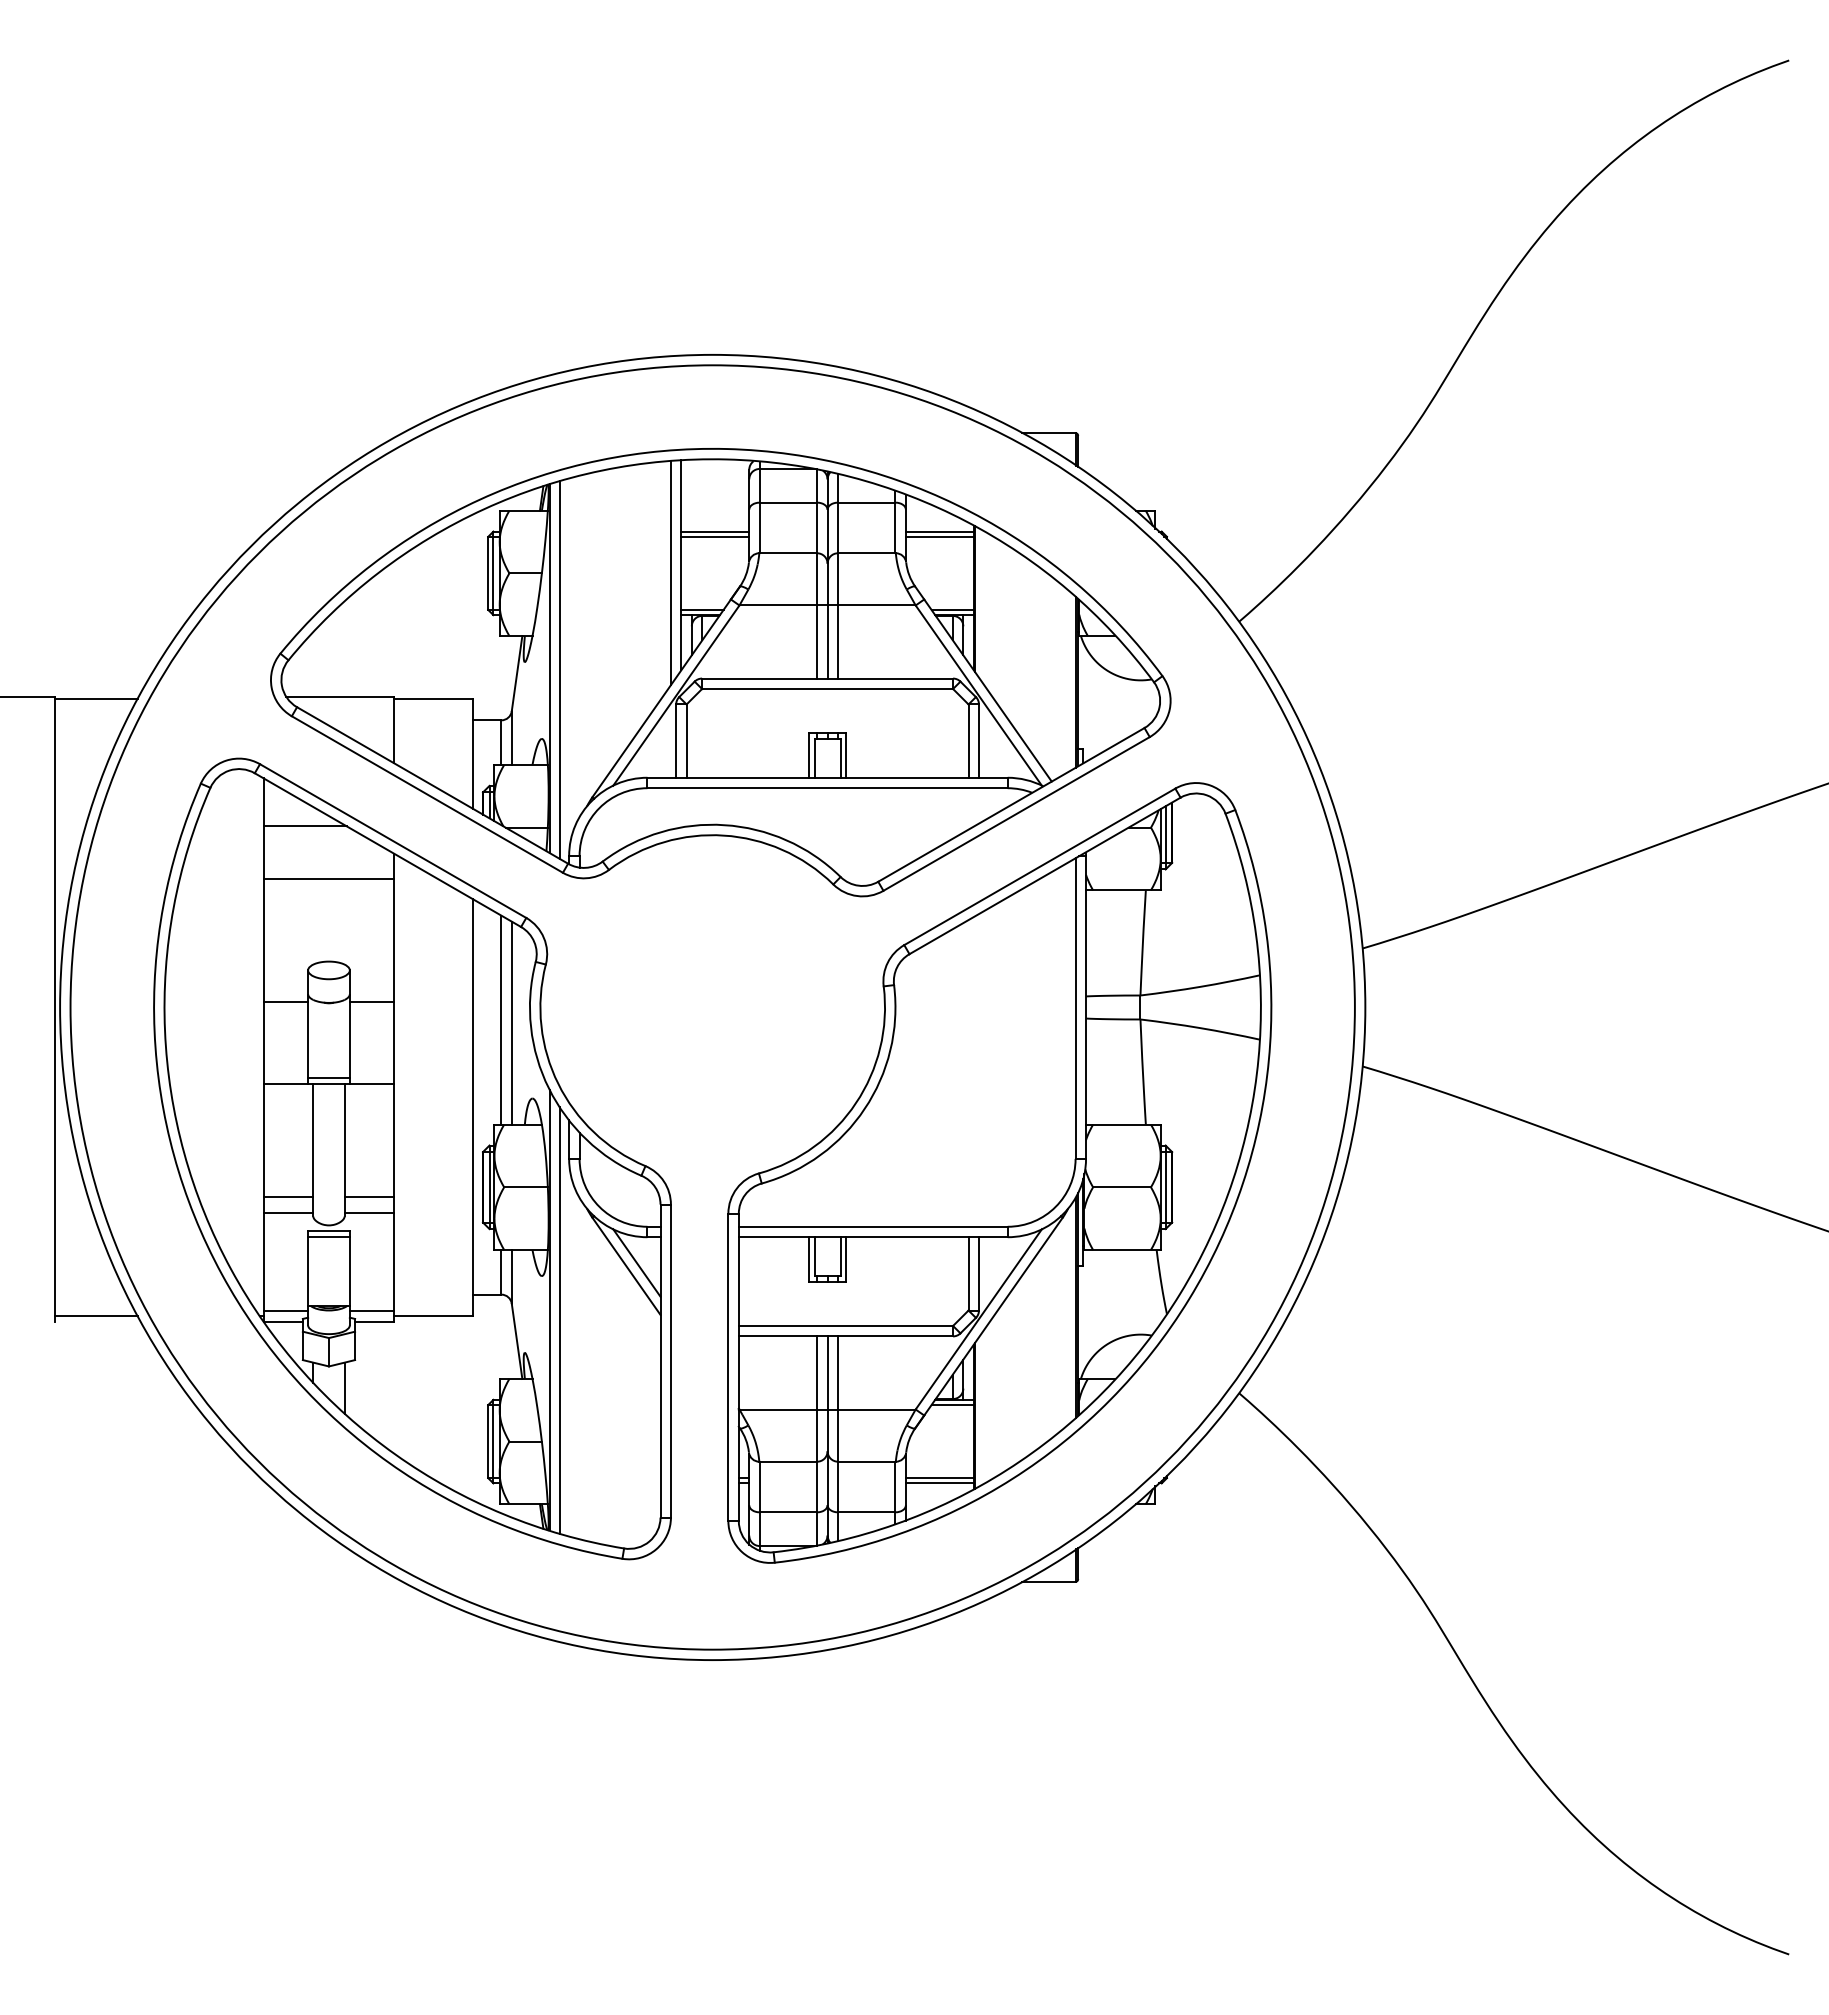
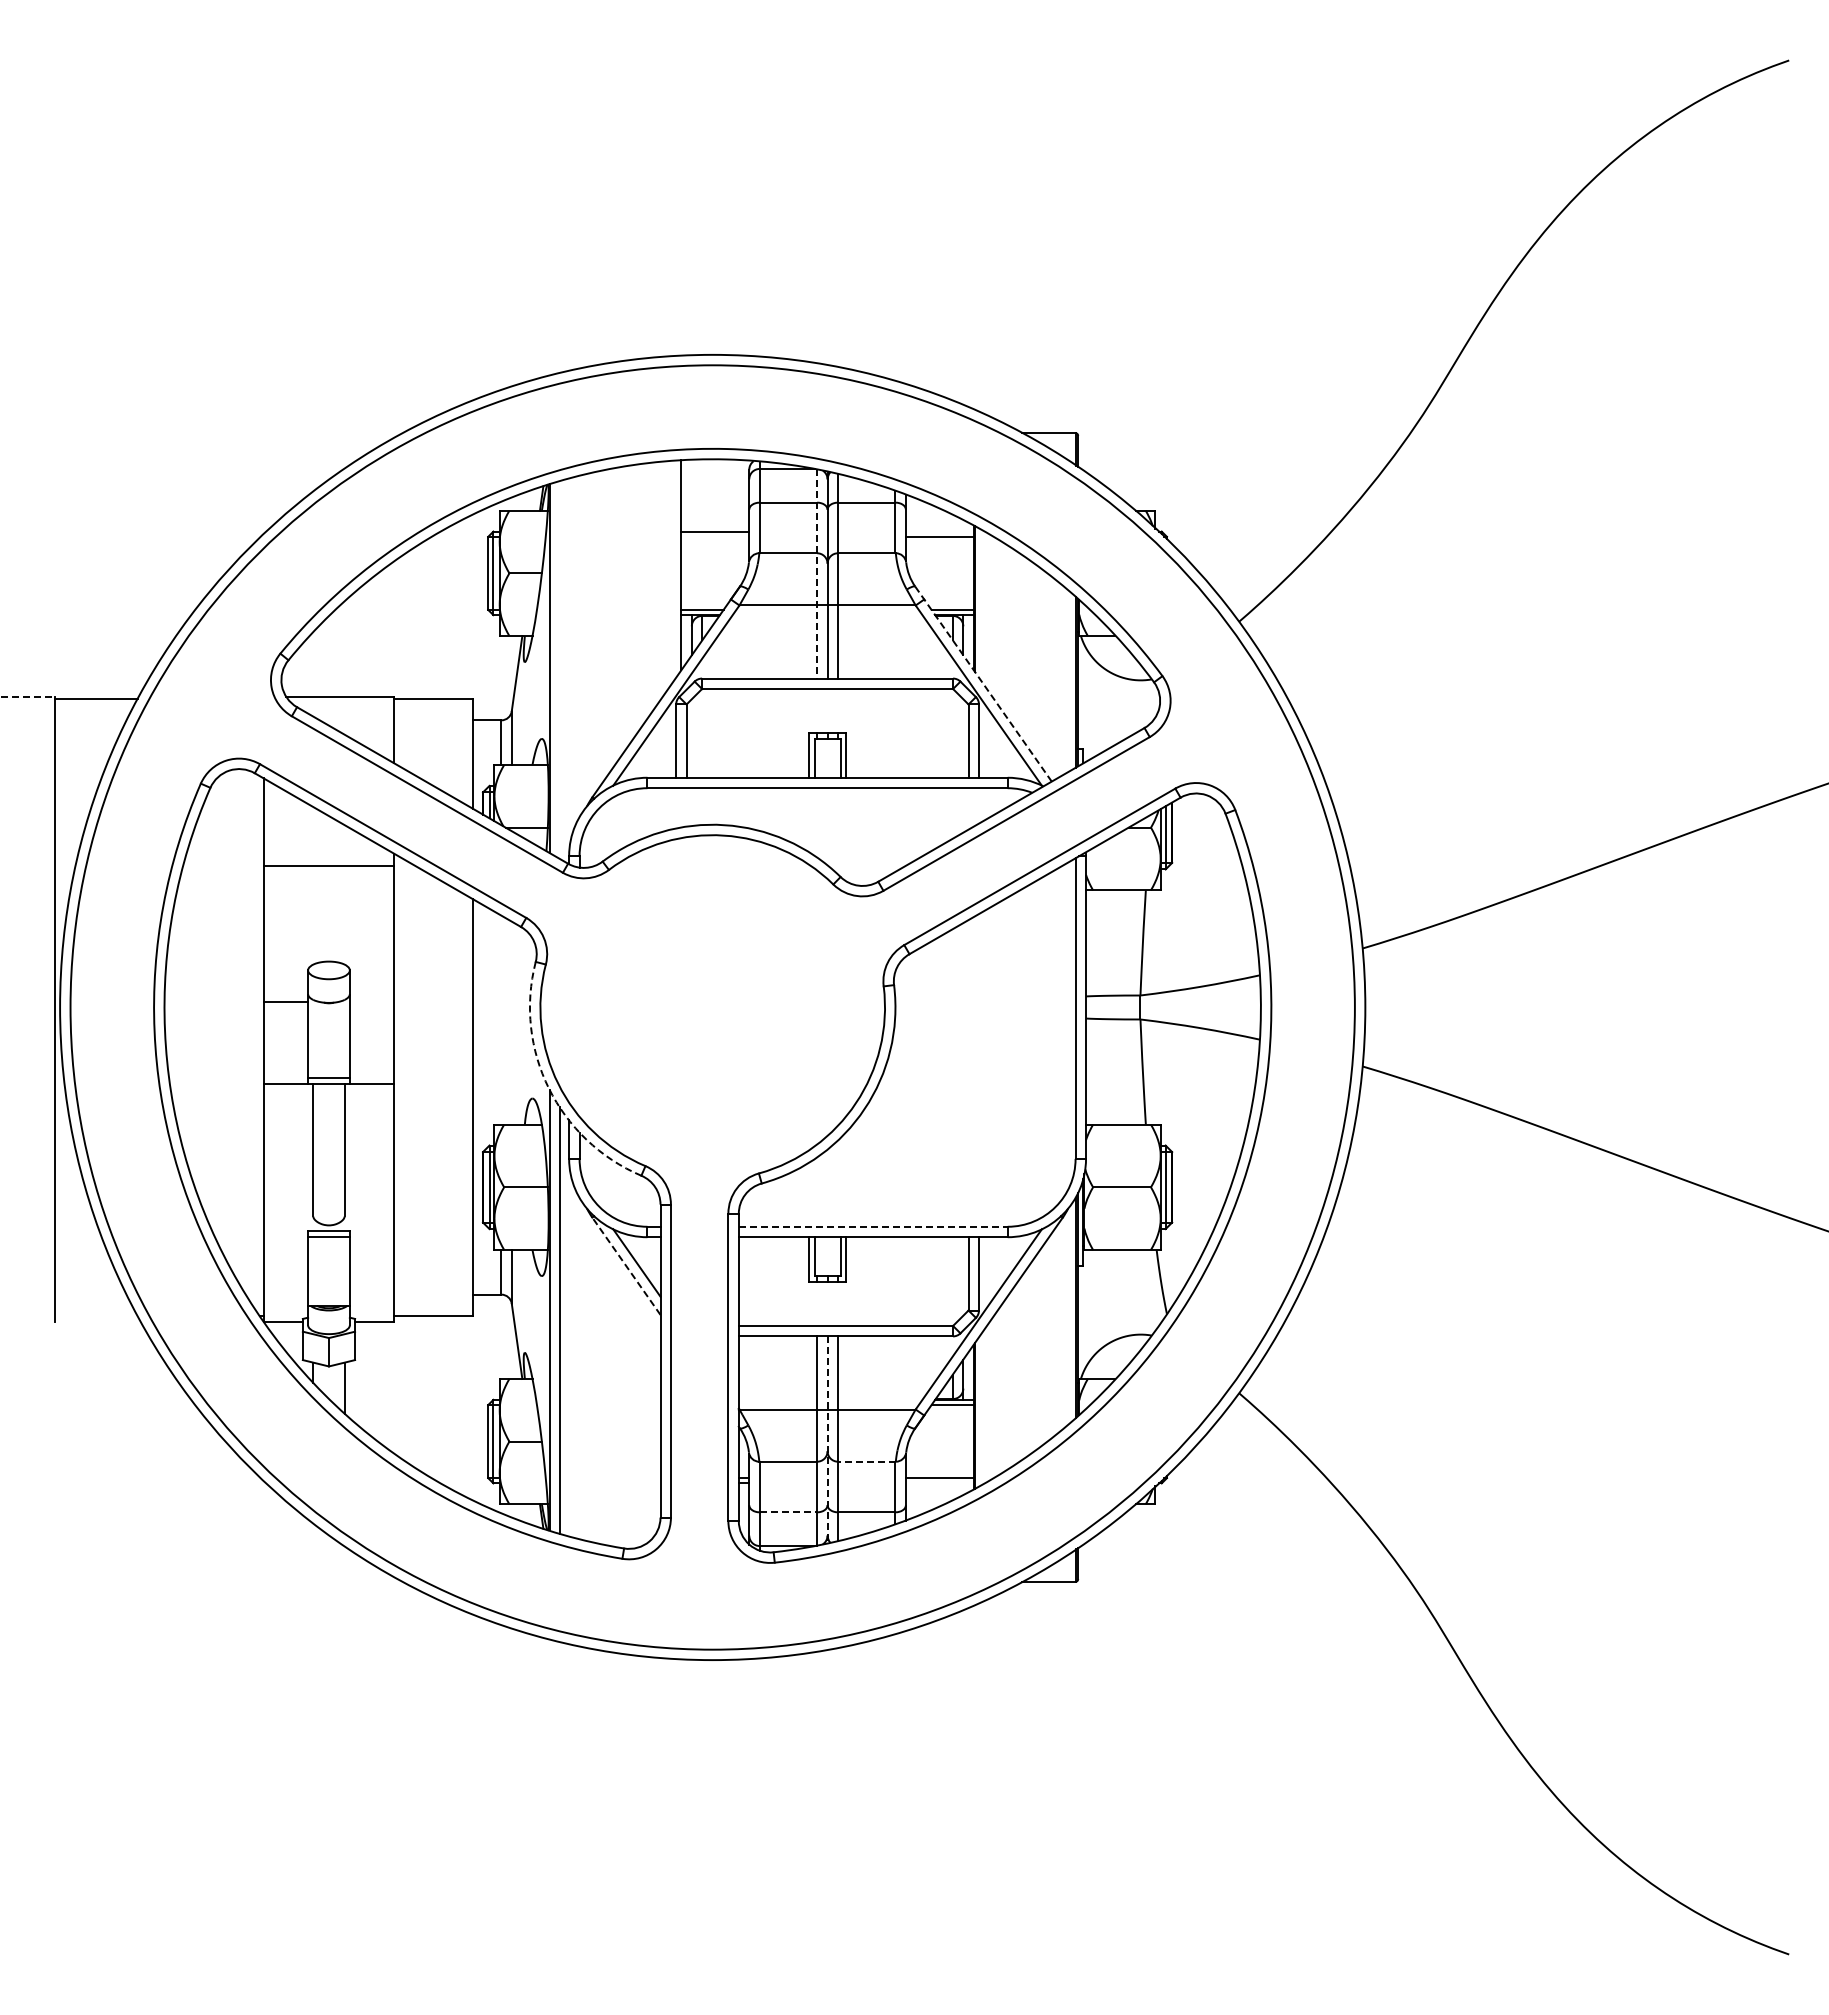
line at (939, 531): present -> none
line at (715, 536): present -> none
line at (670, 573): present -> none
line at (817, 573): solid -> dashed
line at (559, 670): present -> none
line at (983, 684): solid -> dashed
line at (27, 696): solid -> dashed
line at (304, 826): present -> none
line at (328, 879) position: (328, 879) -> (328, 866)
line at (371, 1002): present -> none
line at (501, 1019): present -> none
line at (511, 1022): present -> none
arc at (548, 1088): solid -> dashed
line at (288, 1196): present -> none
line at (369, 1196): present -> none
line at (288, 1213): present -> none
line at (369, 1213): present -> none
line at (873, 1226): solid -> dashed
line at (626, 1265): solid -> dashed
line at (285, 1311): present -> none
line at (371, 1311): present -> none
line at (95, 1315): present -> none
line at (827, 1440): solid -> dashed
line at (866, 1461): solid -> dashed
line at (939, 1483): present -> none
line at (788, 1512): solid -> dashed
